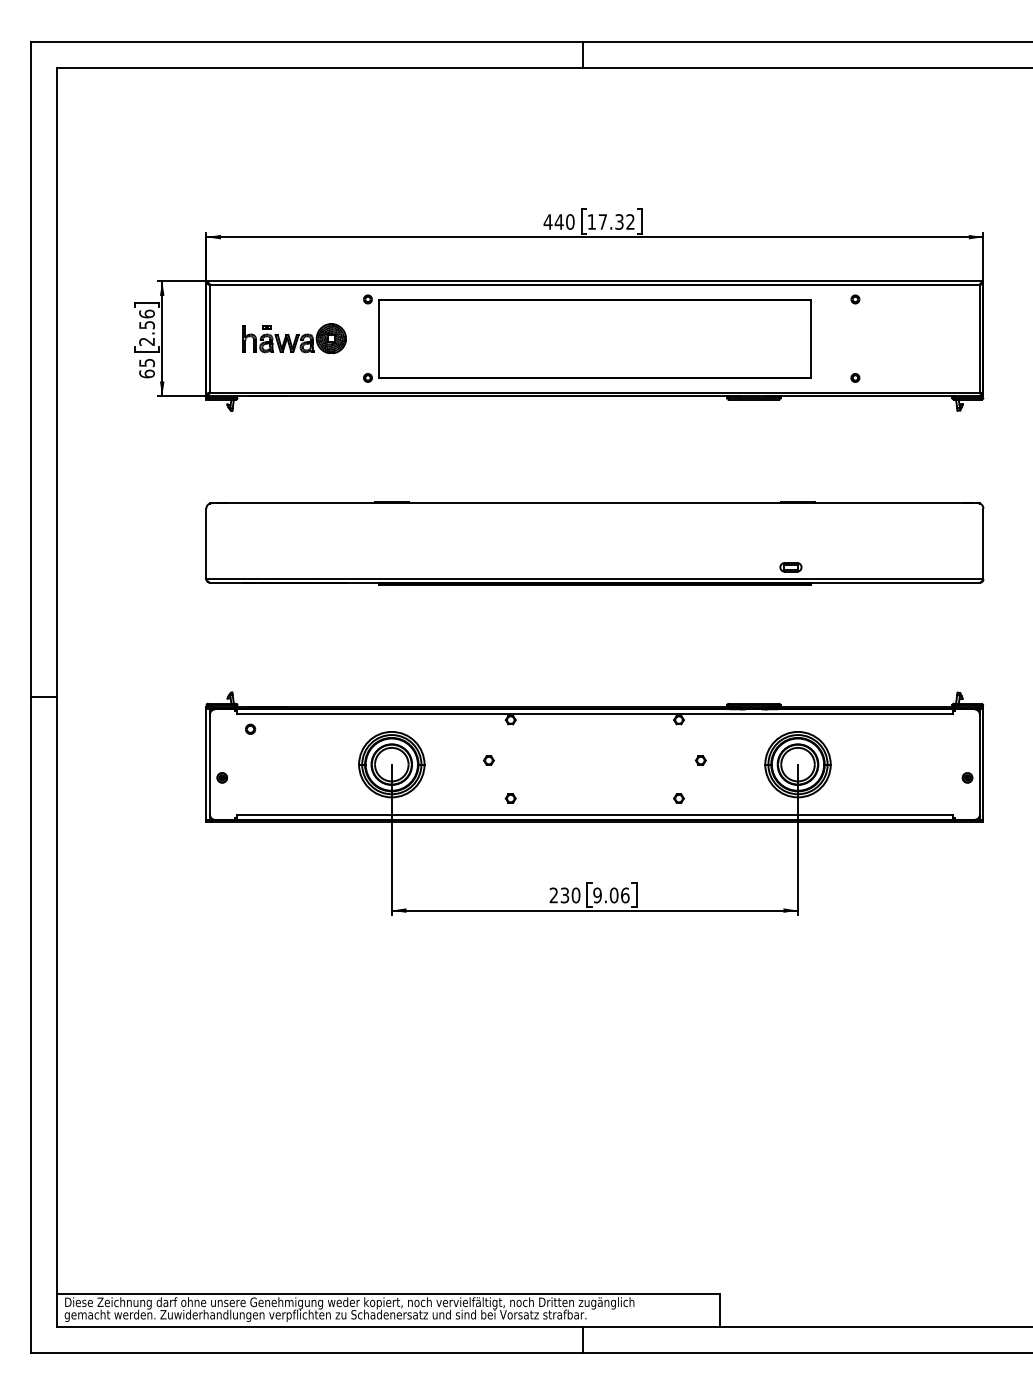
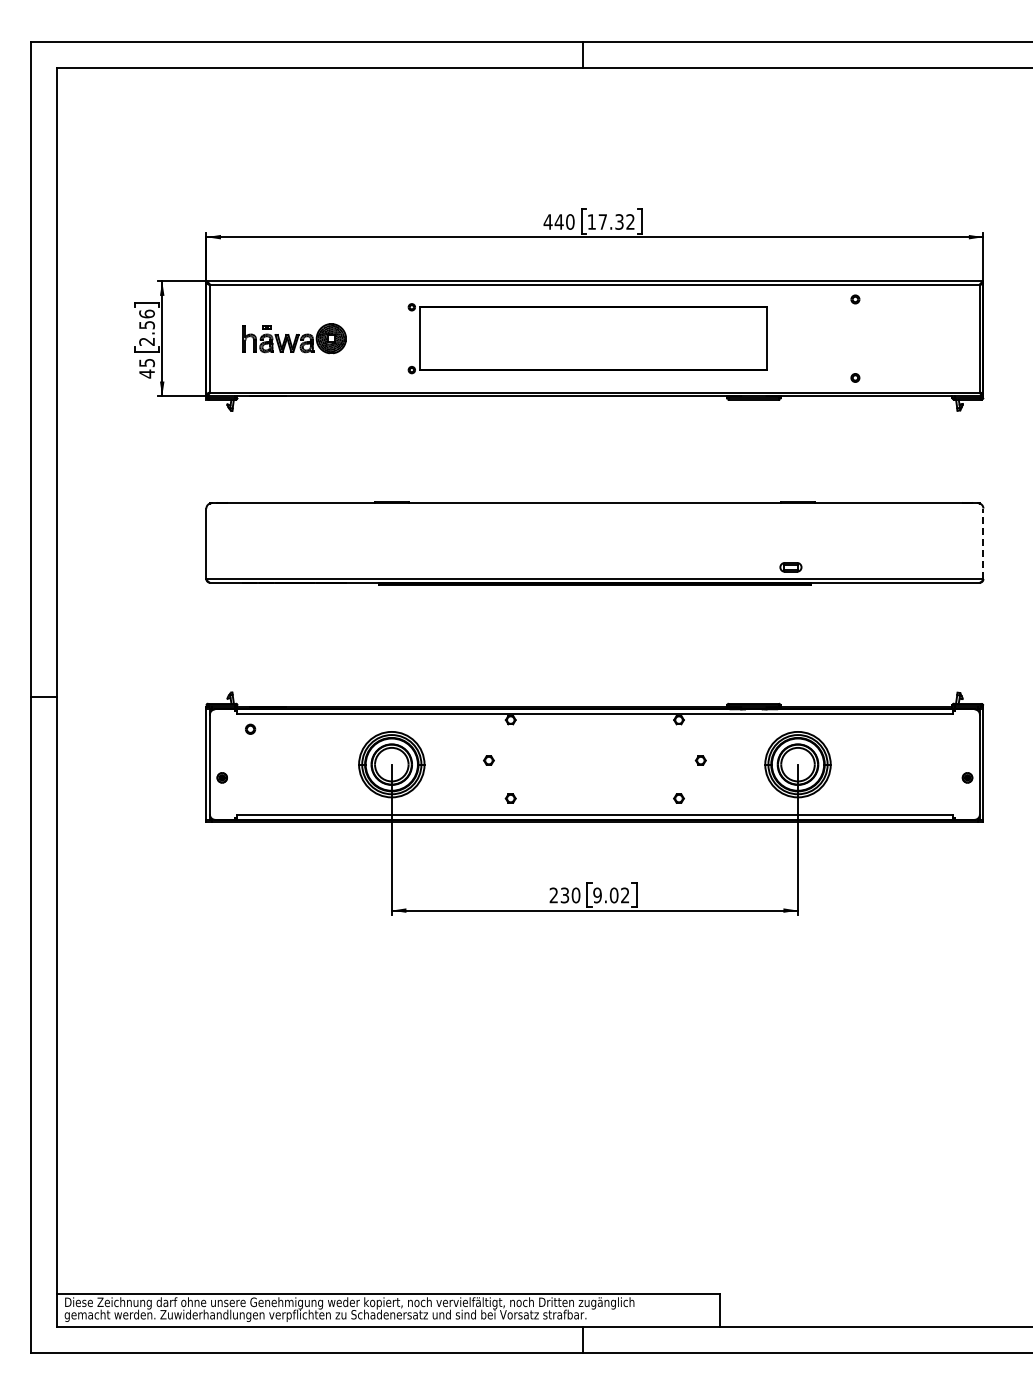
part at (587, 338) size: 449x89 px -> 361x72 px
text at (146, 373): 65 -> 45
line at (983, 543): solid -> dashed
text at (625, 895): 9.06 -> 9.02
